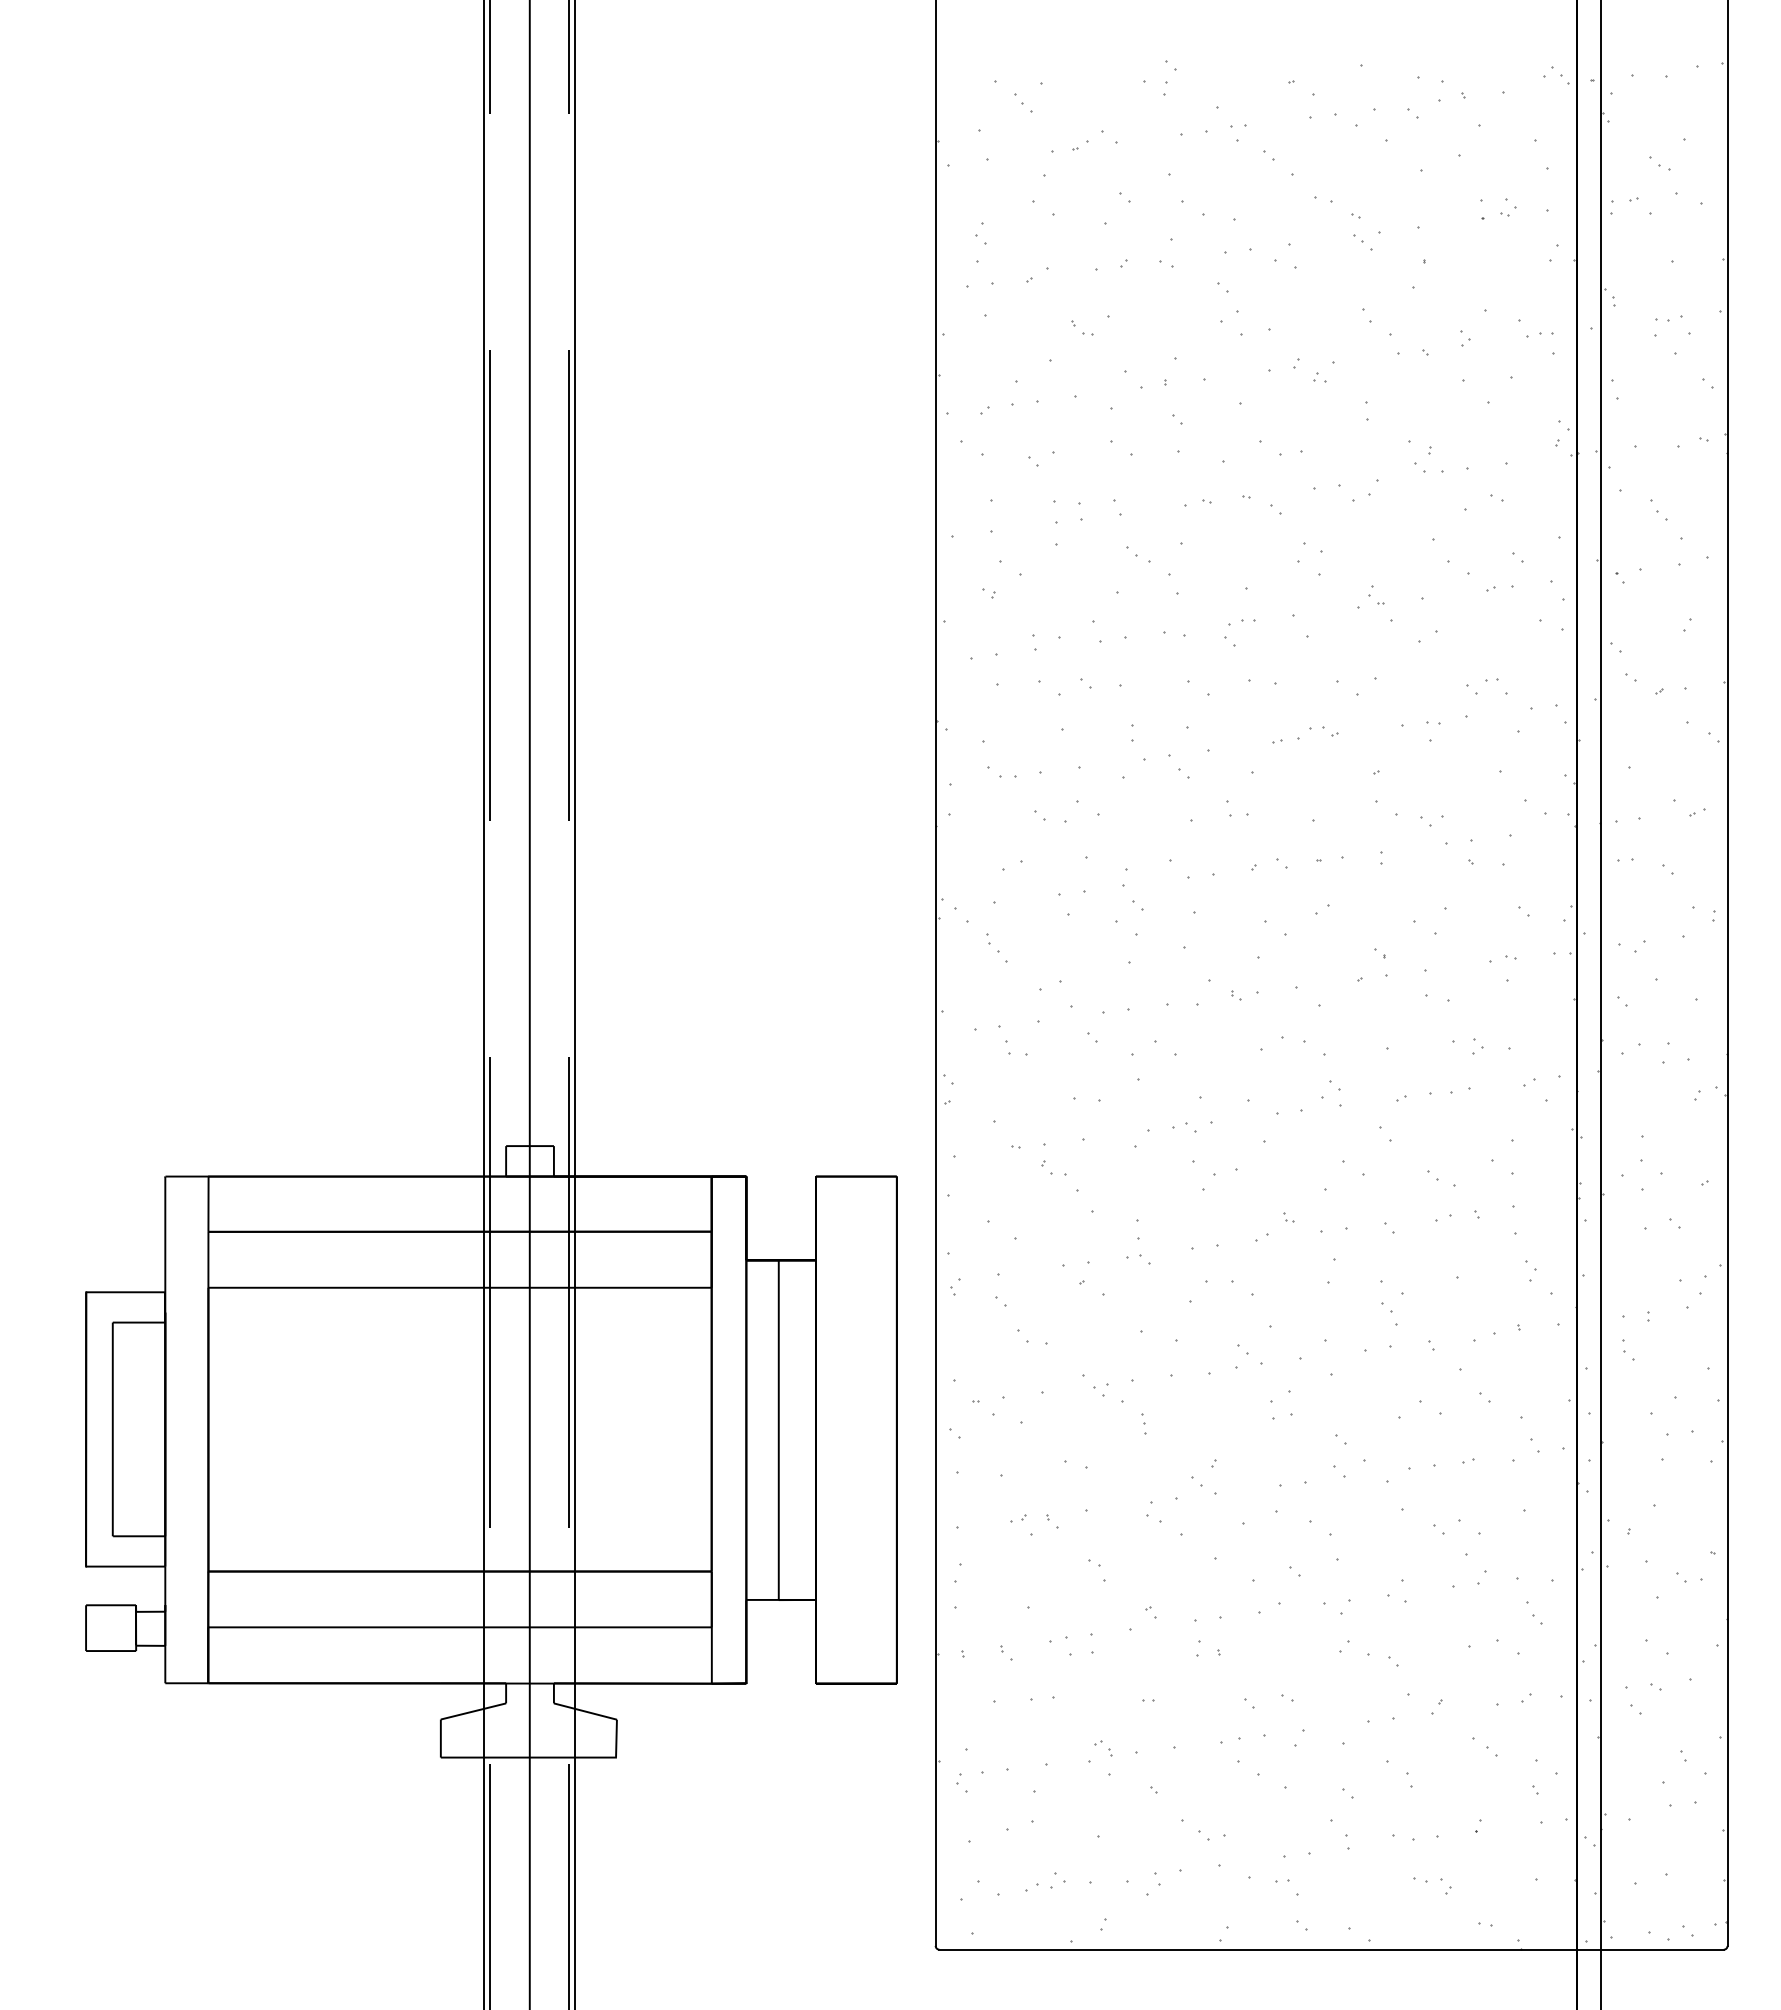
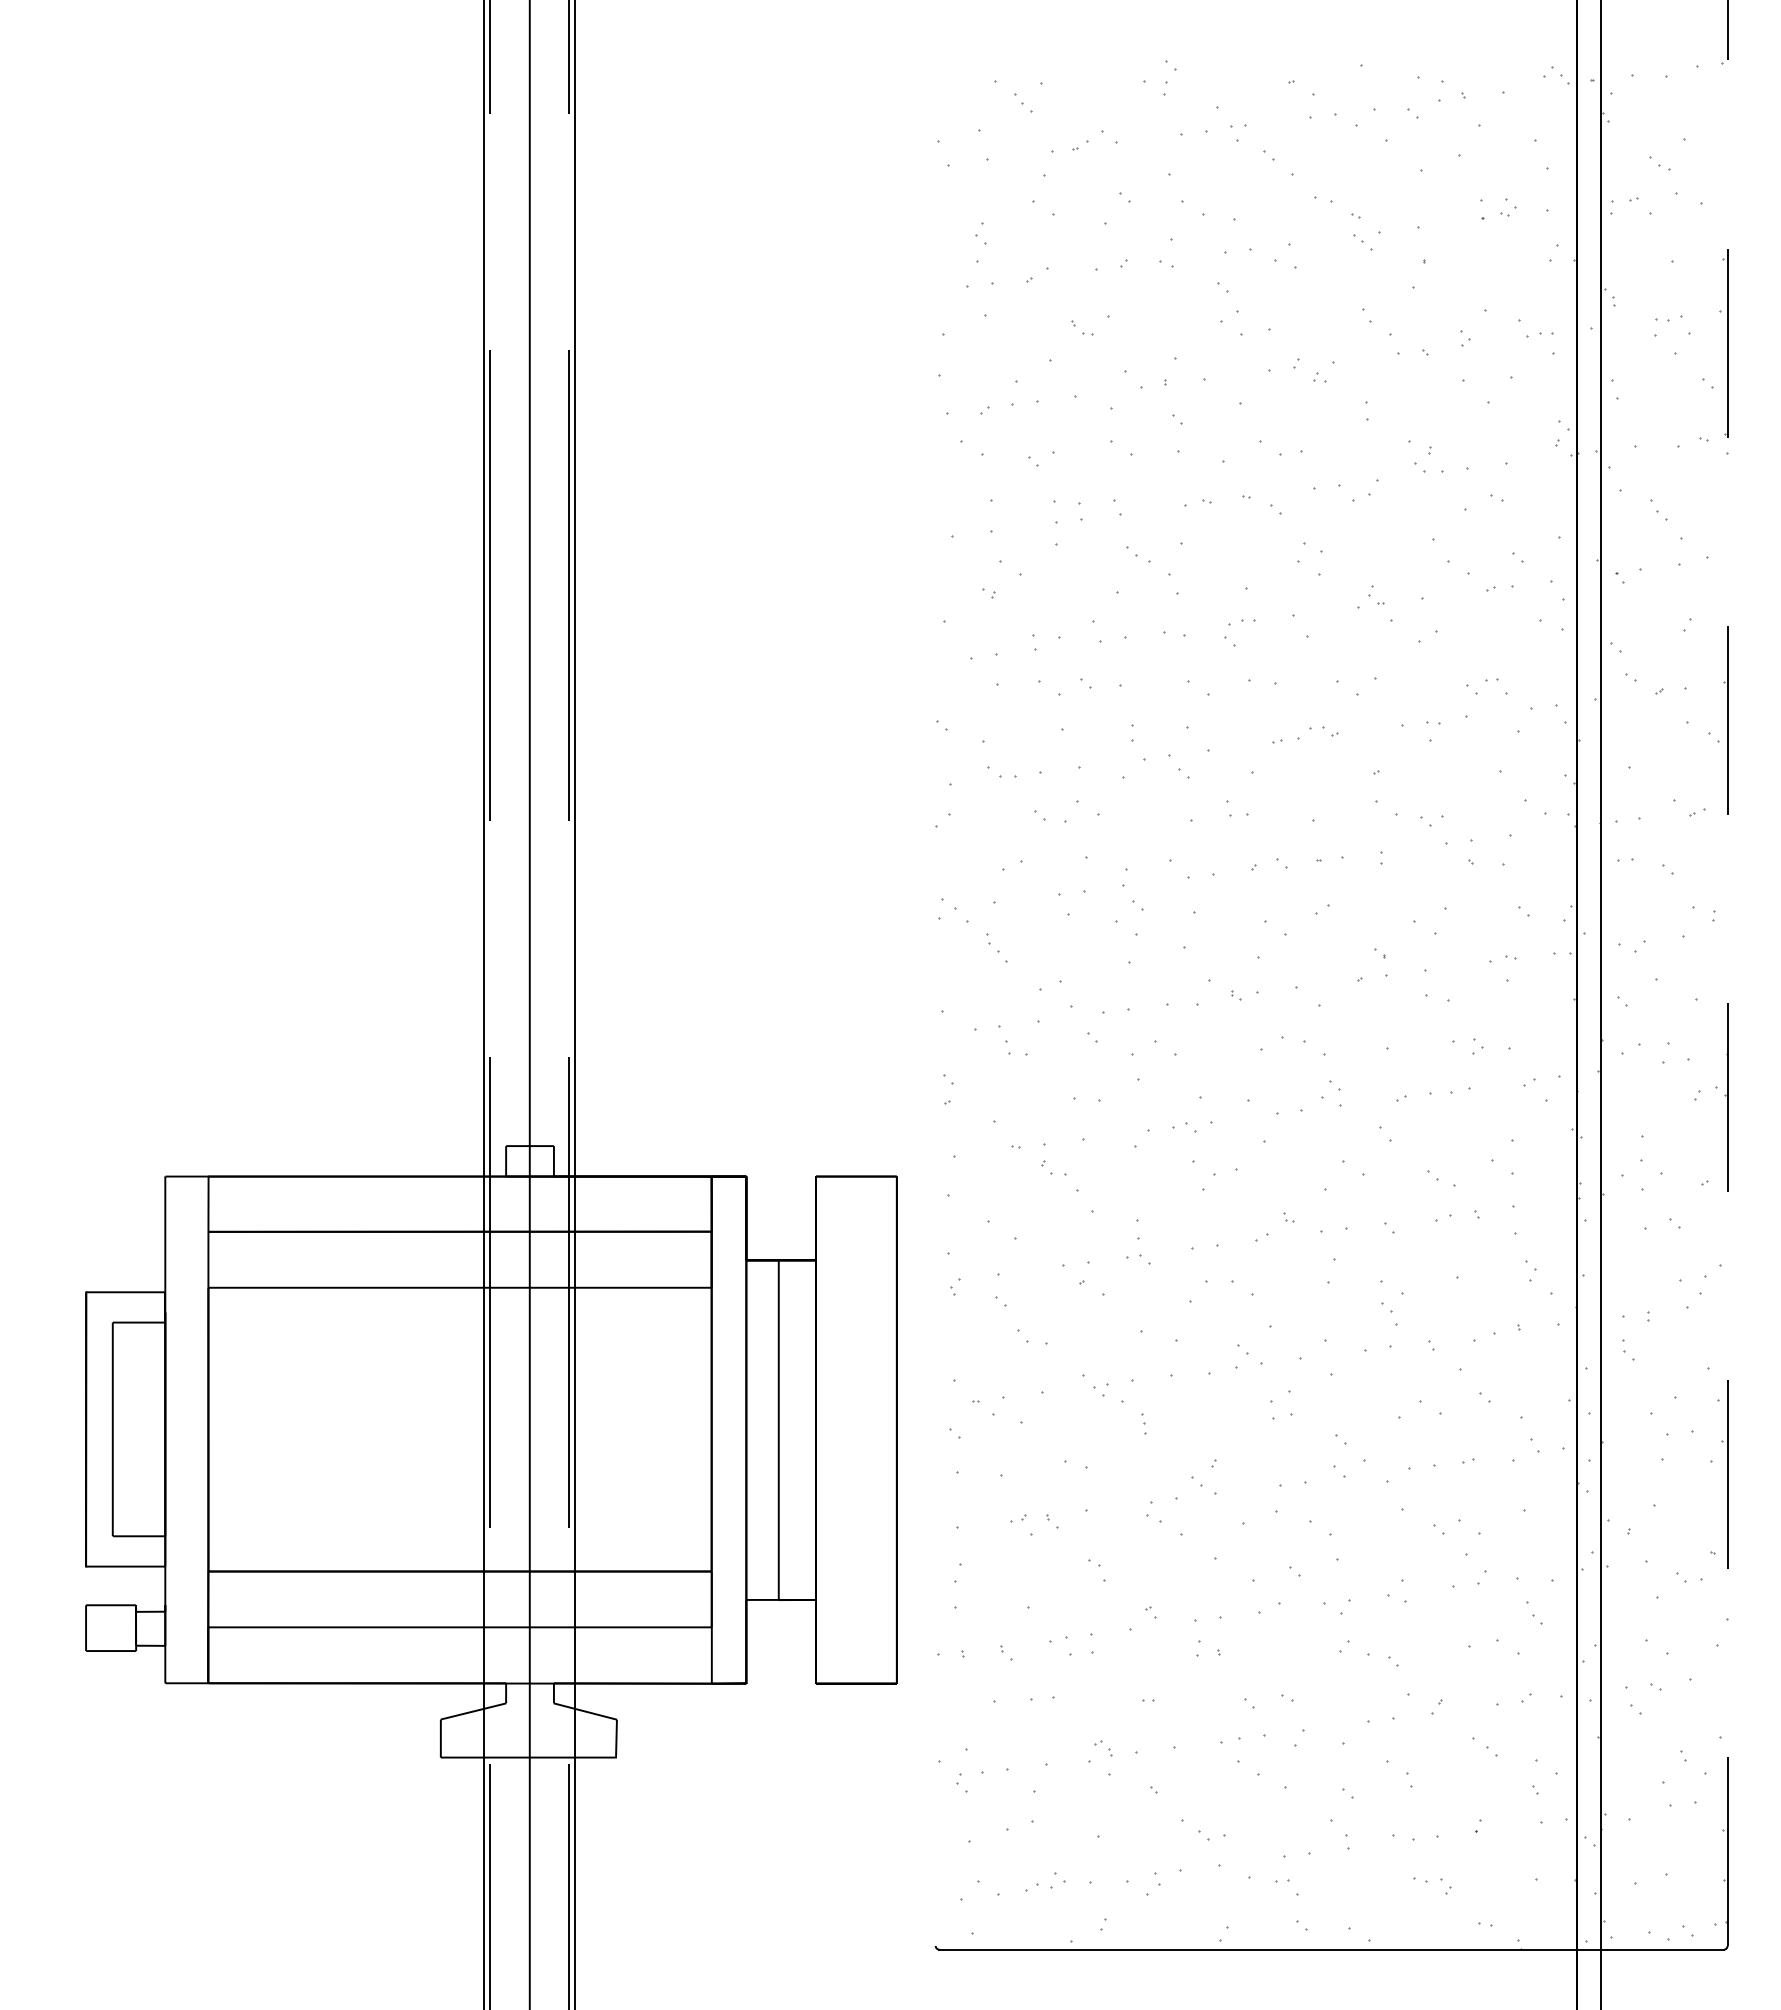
line at (1727, 972): solid -> dashed
line at (935, 973): present -> none
